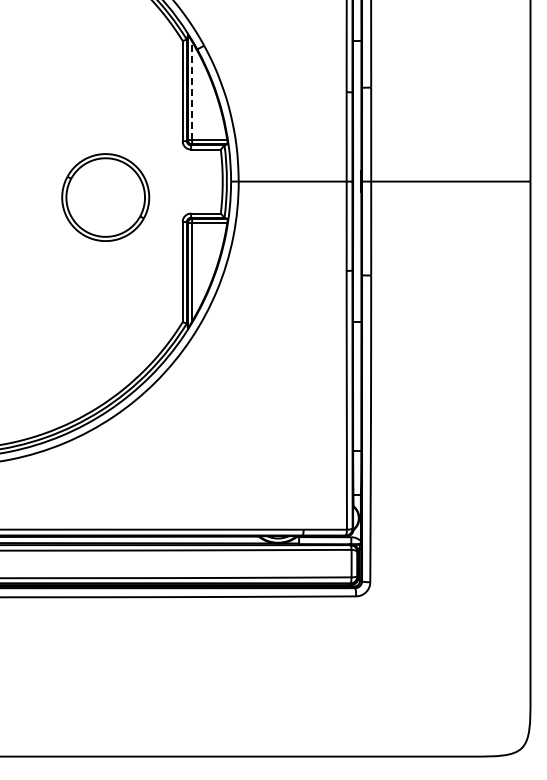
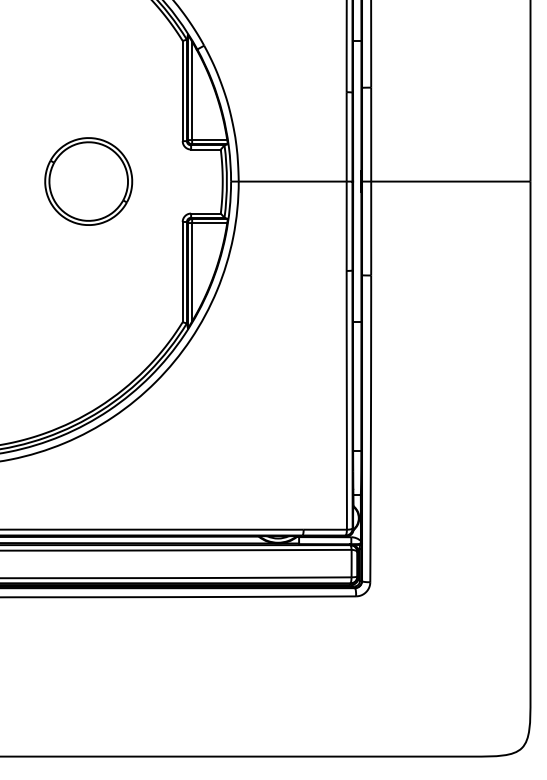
line at (192, 90): dashed -> solid
part at (105, 197) position: (105, 197) -> (88, 181)
